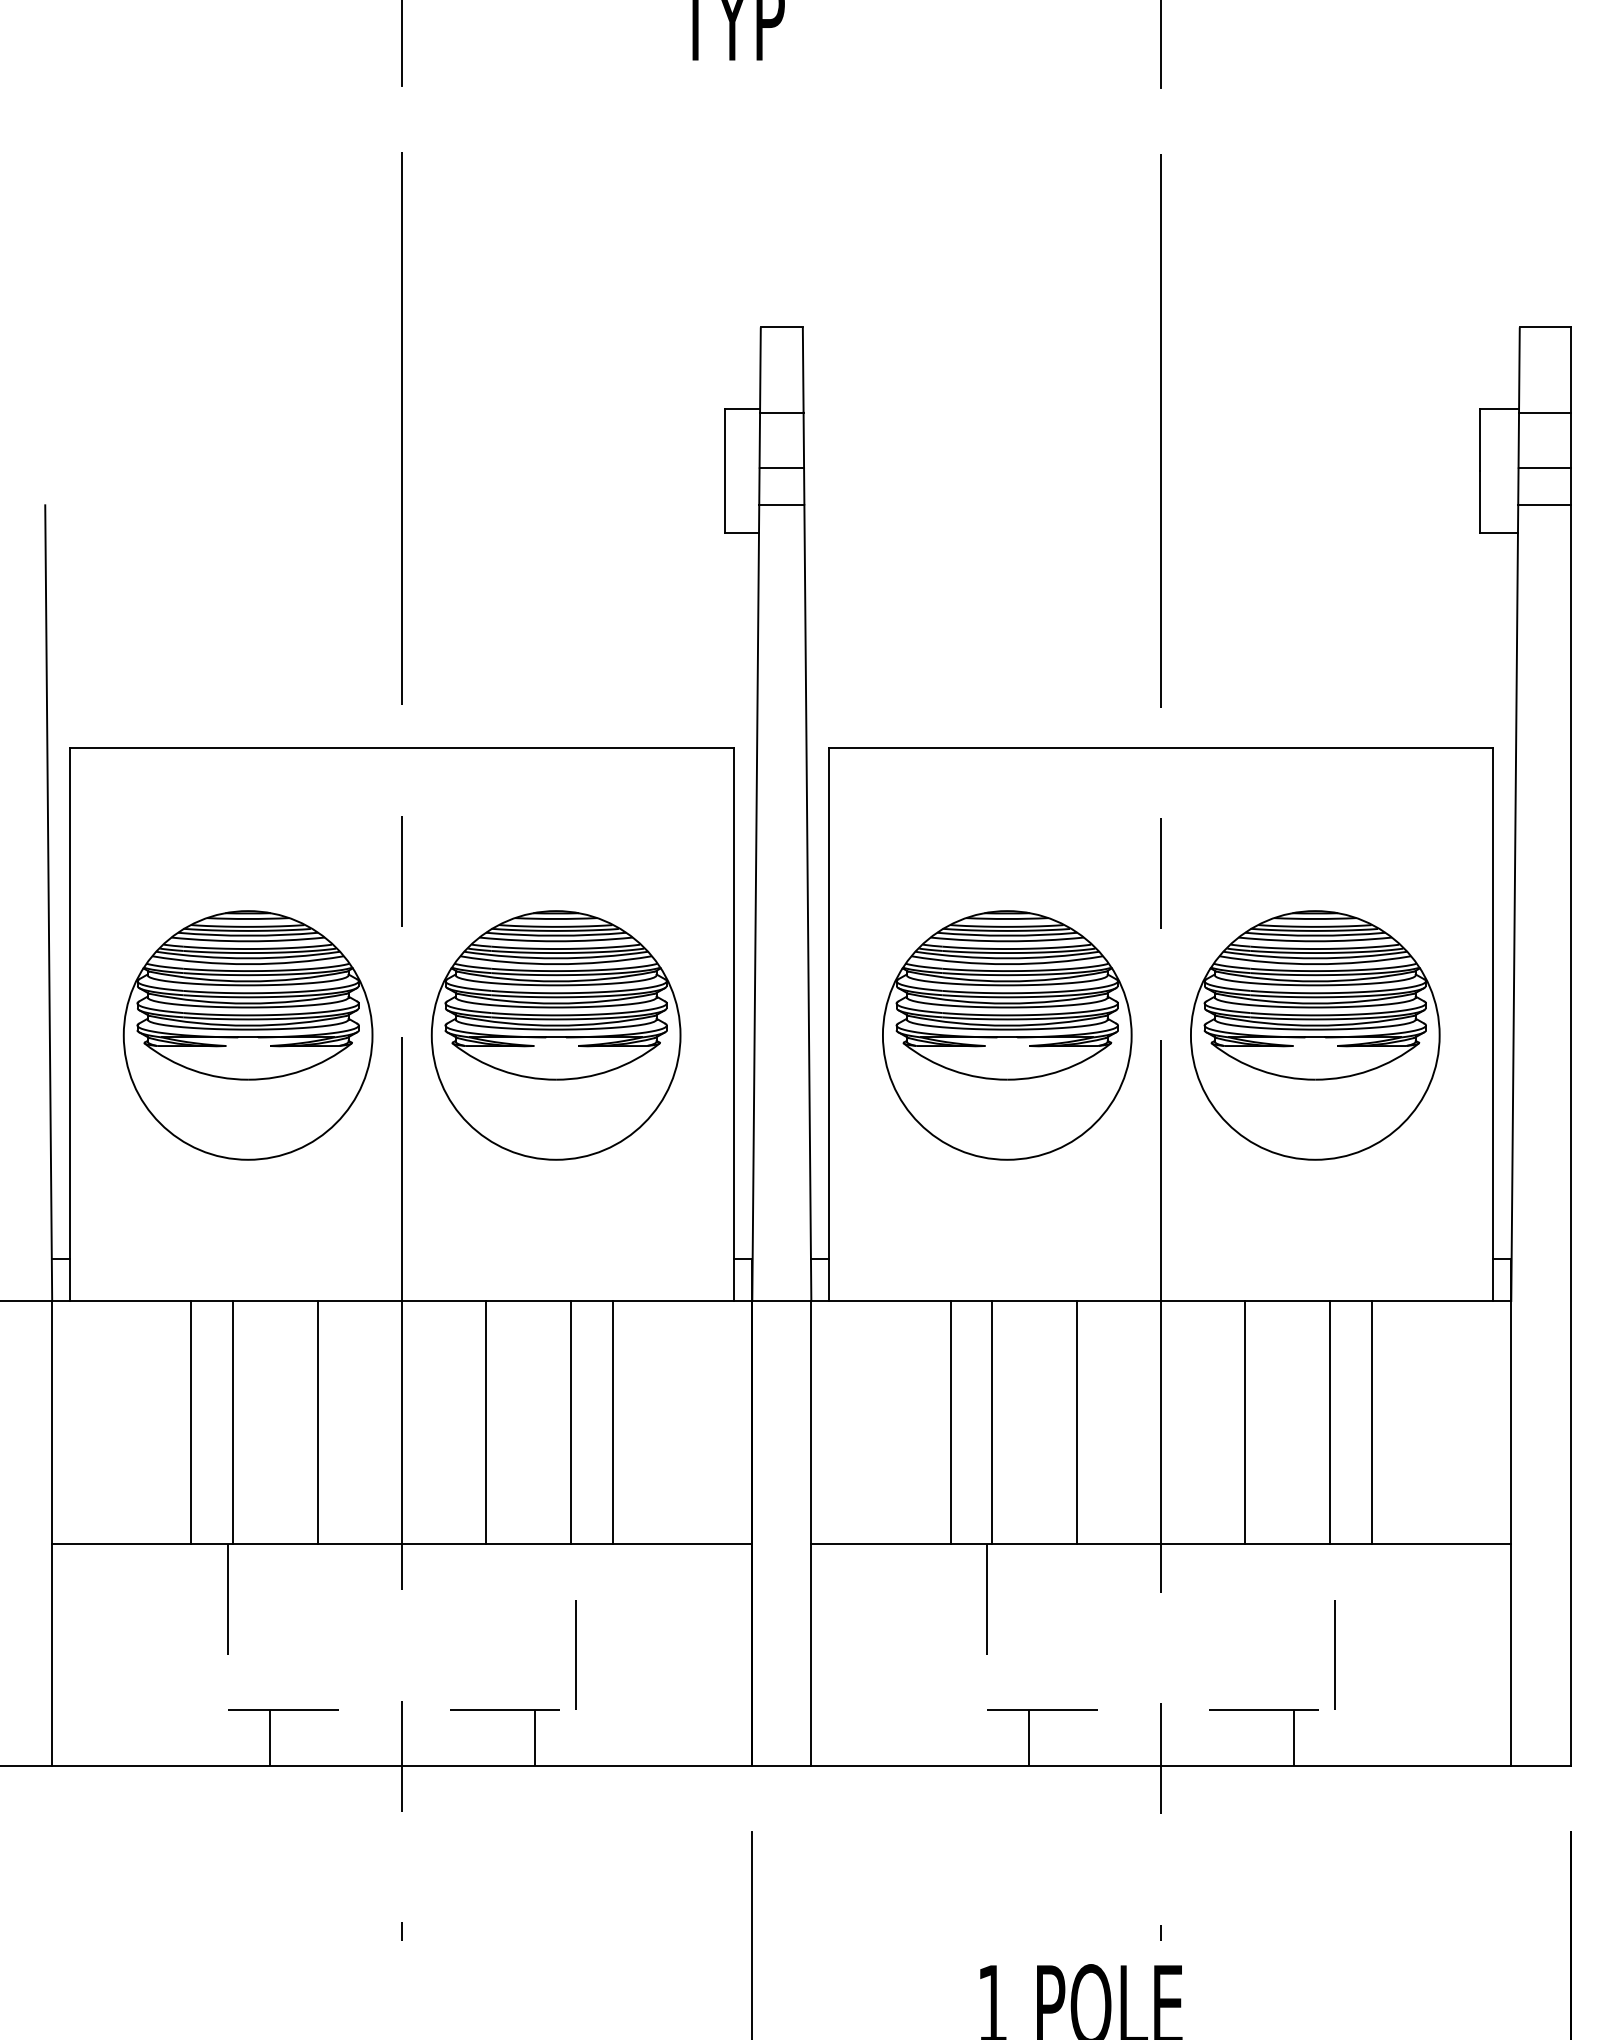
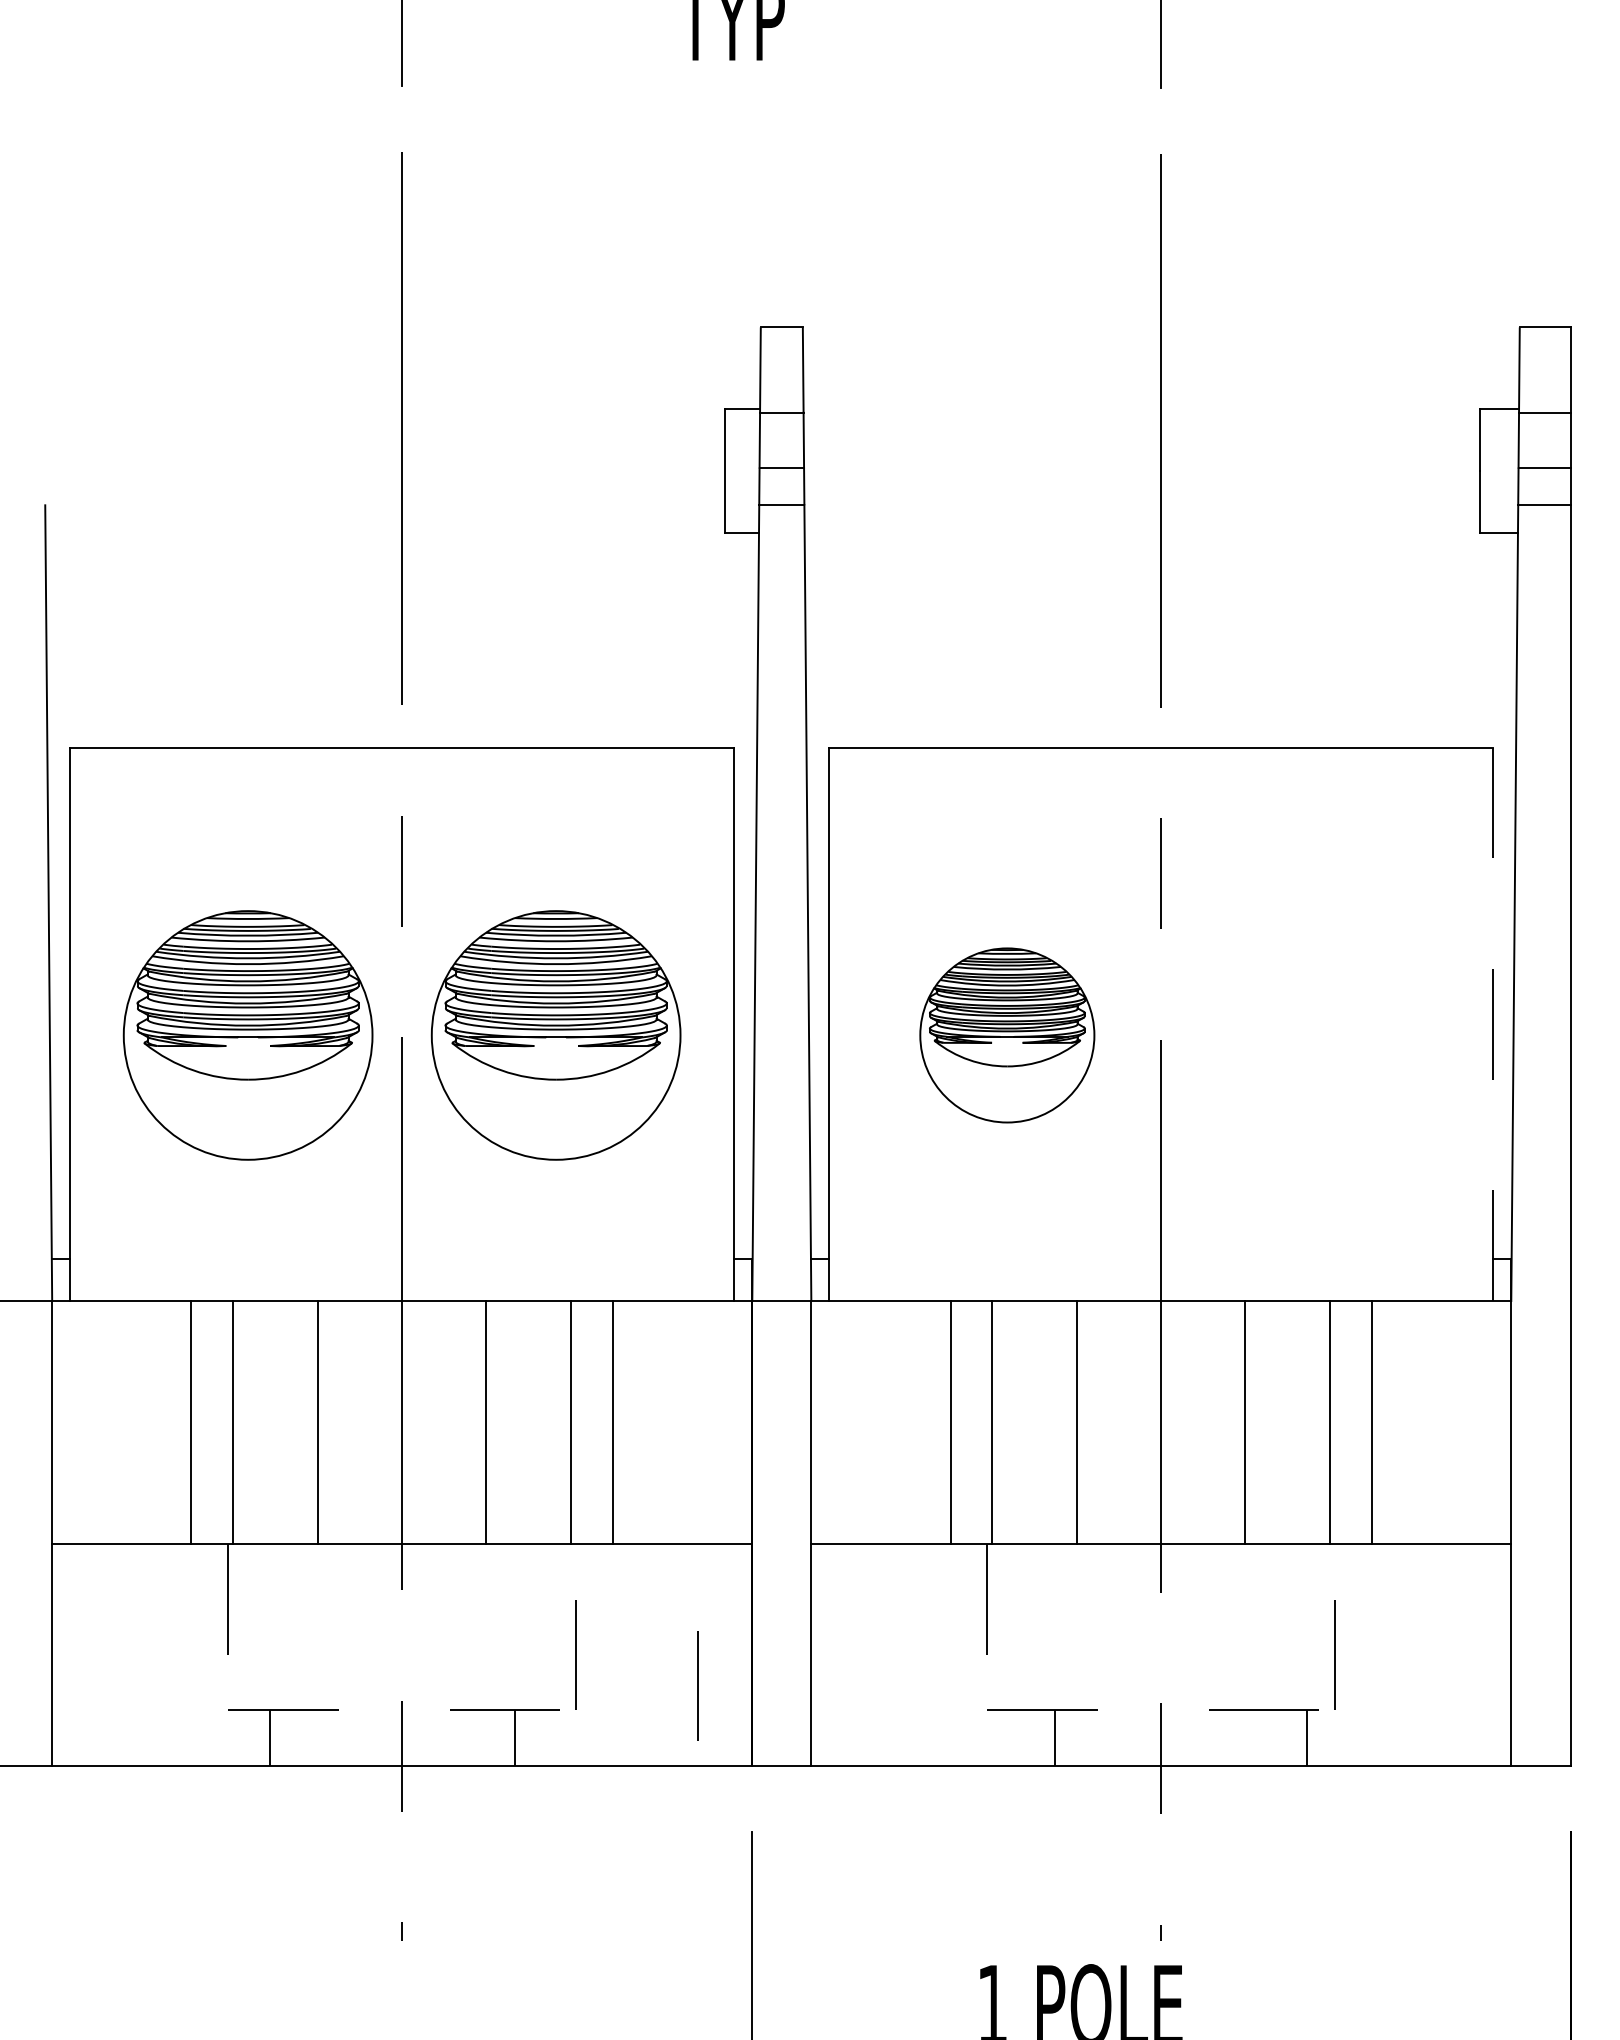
line at (1493, 1024): solid -> dashed
part at (1007, 1035) size: 251x251 px -> 177x177 px
part at (1315, 1035): present -> none
line at (697, 1685): none -> present
line at (534, 1737) position: (534, 1737) -> (514, 1737)
line at (1028, 1737) position: (1028, 1737) -> (1054, 1737)
line at (1293, 1737) position: (1293, 1737) -> (1306, 1737)
